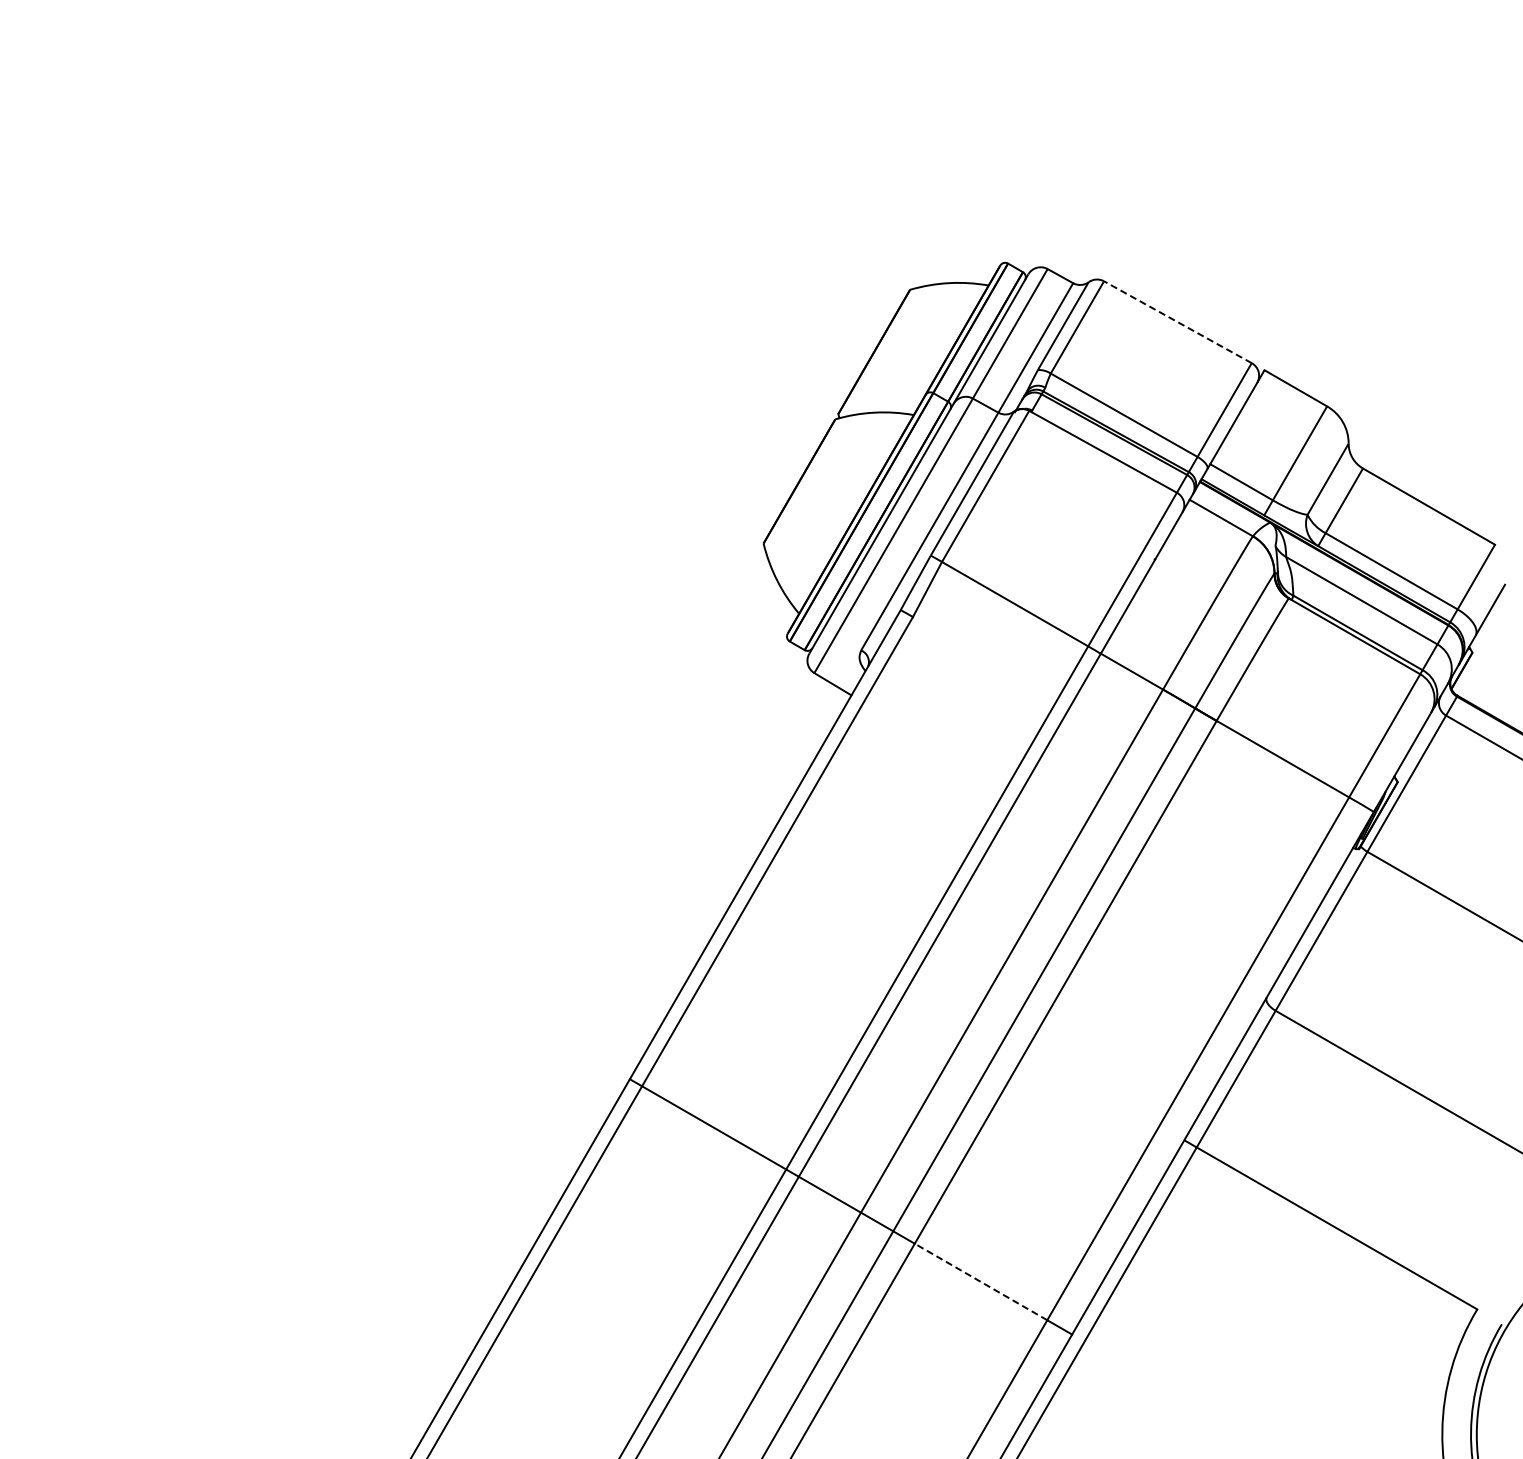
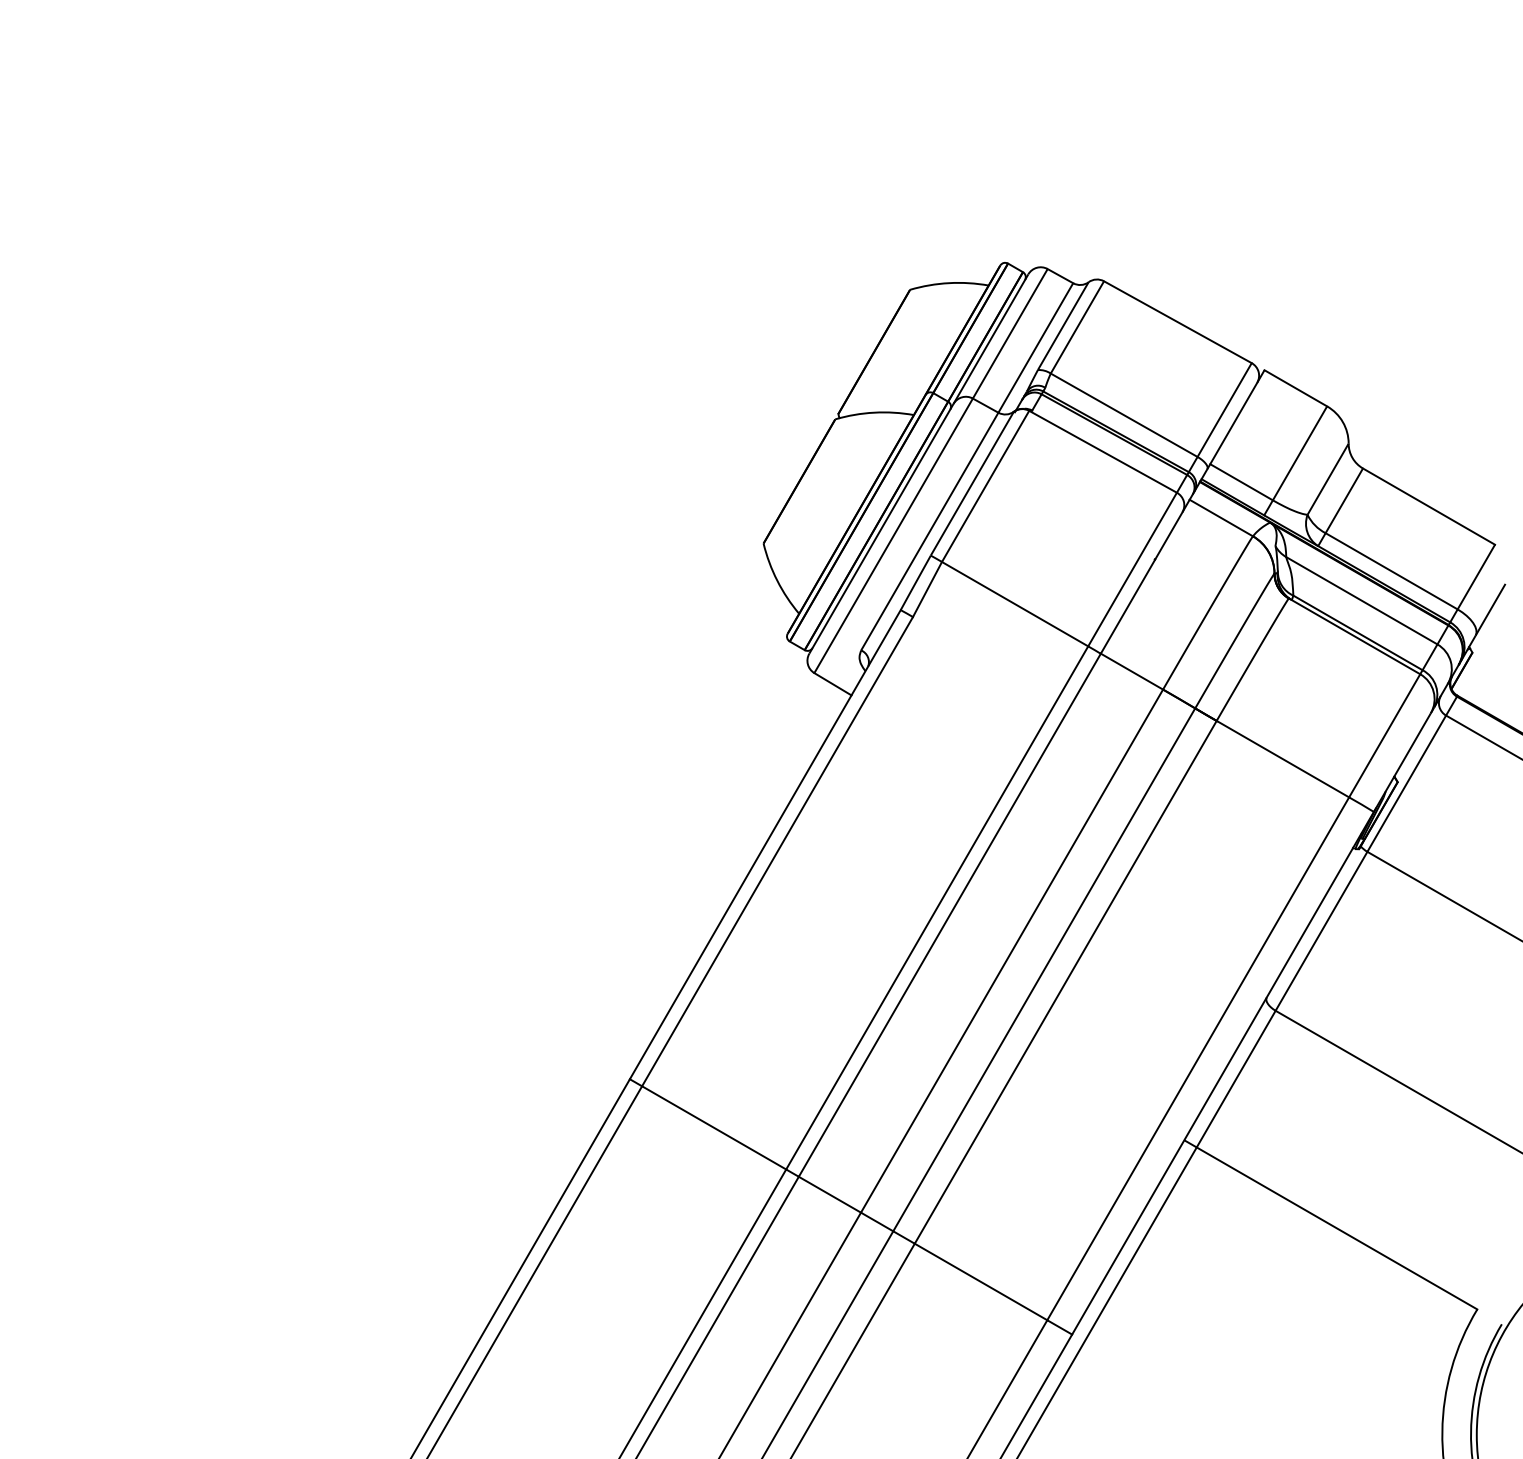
line at (1177, 321): dashed -> solid
line at (981, 1281): dashed -> solid
